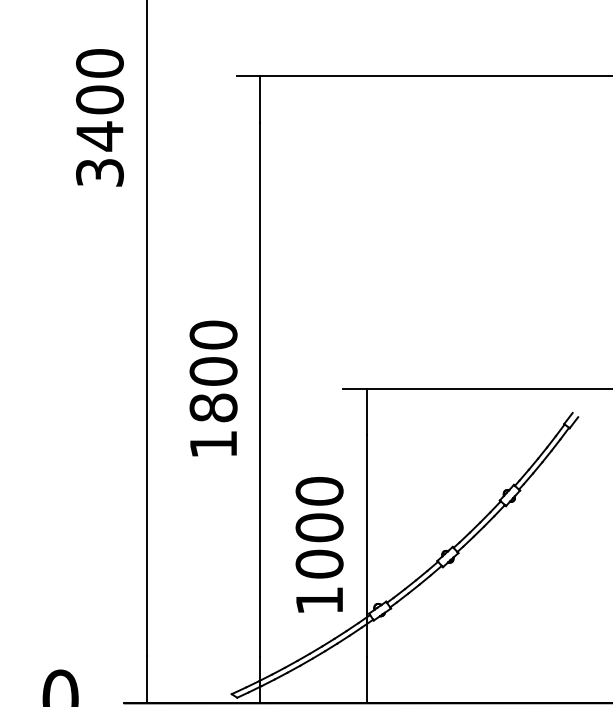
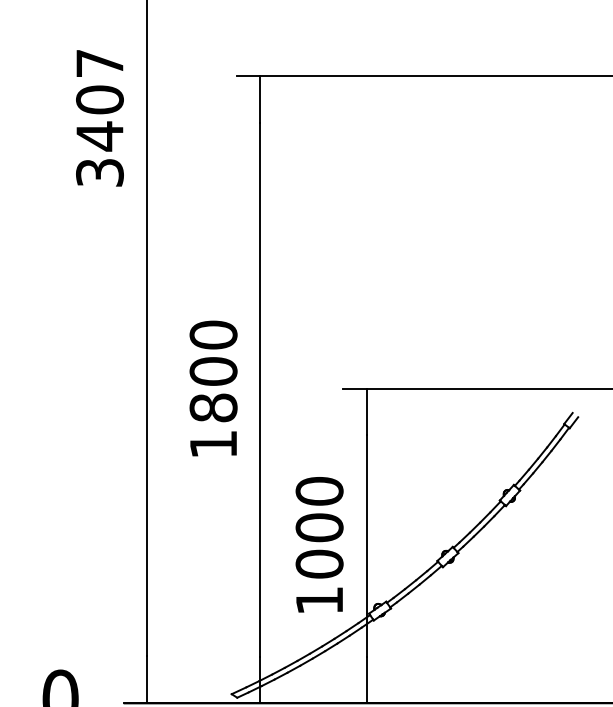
text at (99, 63): 3400 -> 3407
